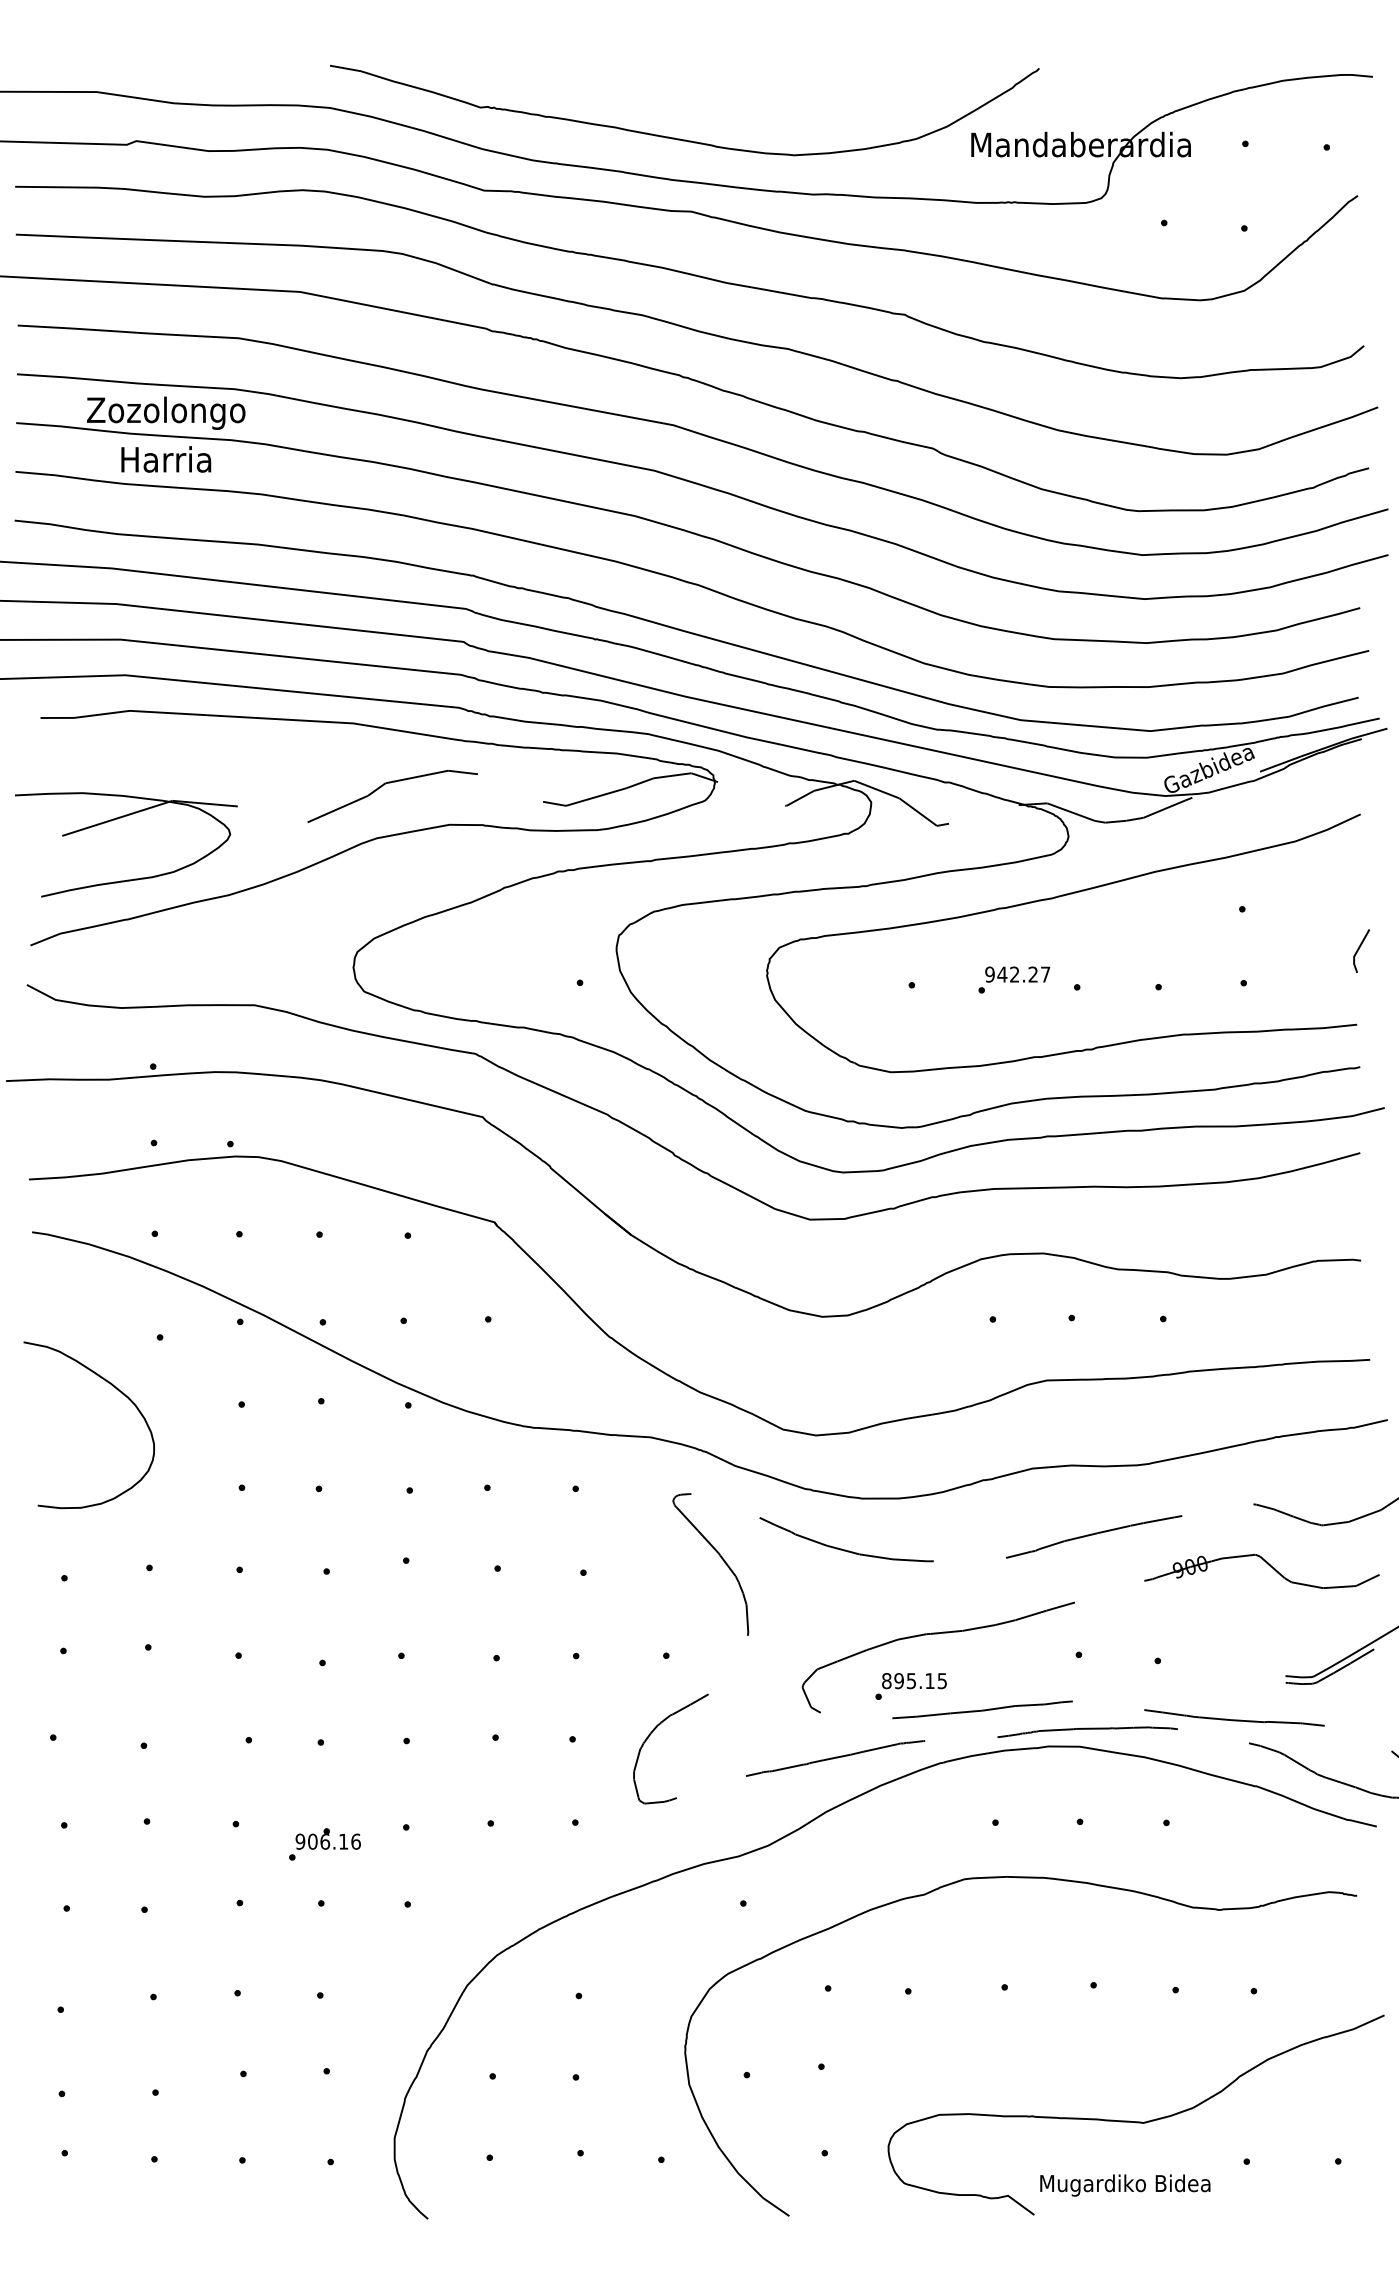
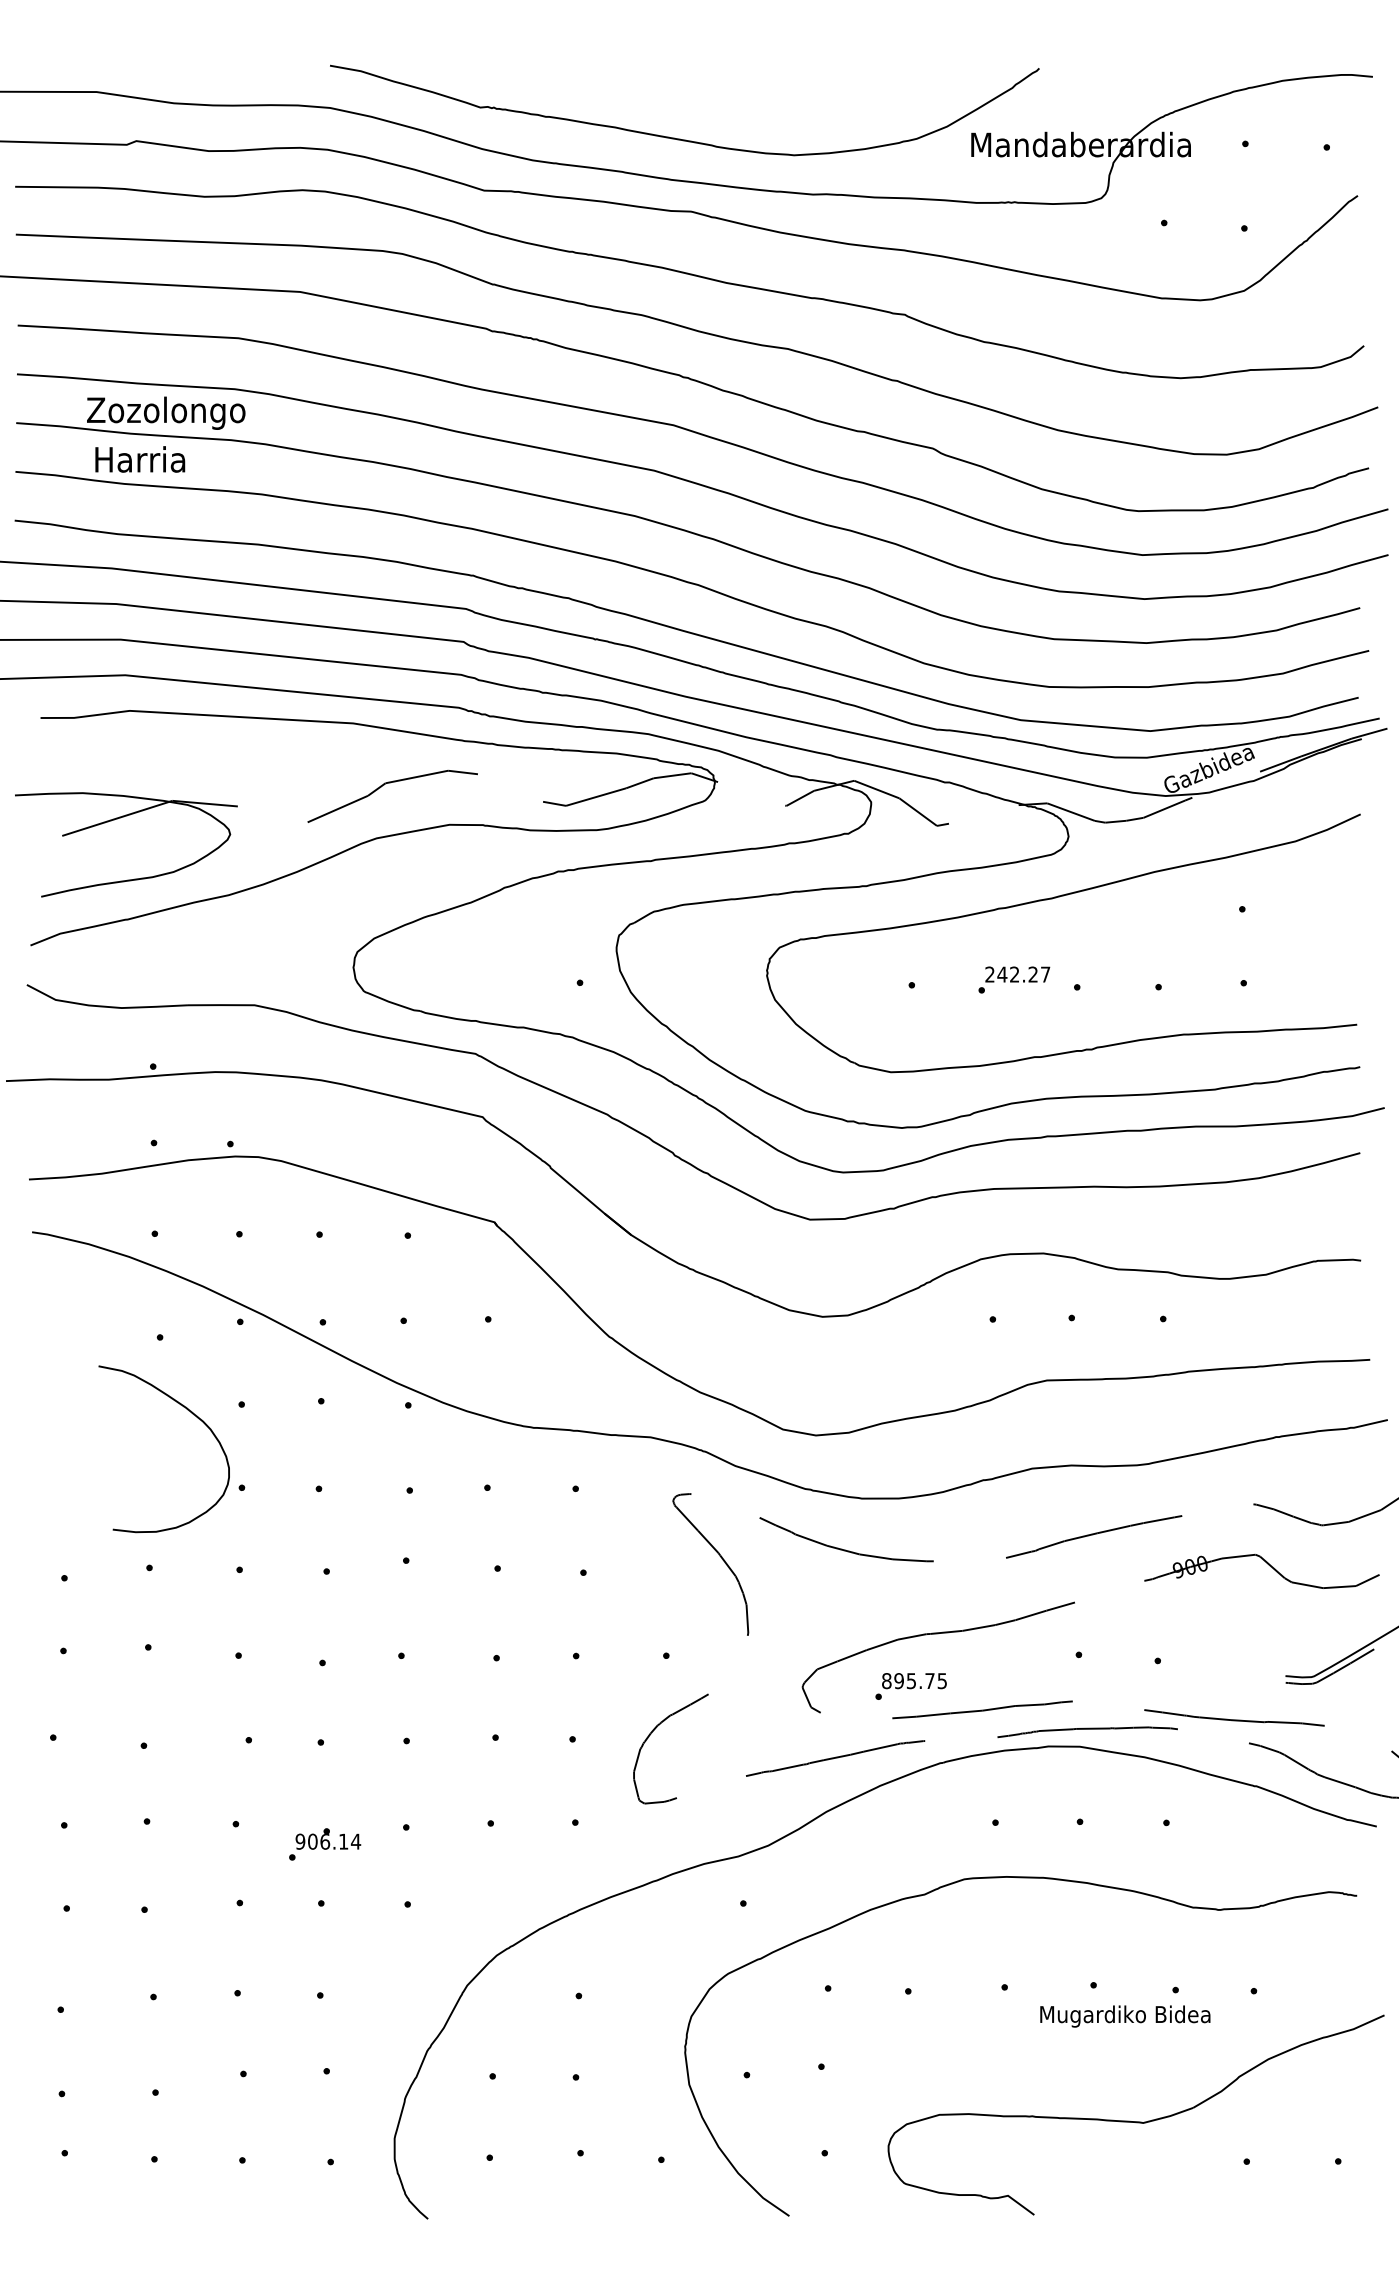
text at (166, 459) position: (166, 459) -> (140, 459)
line at (1359, 949): present -> none
text at (989, 974): 942.27 -> 242.27
curve at (118, 1391) position: (118, 1391) -> (193, 1415)
text at (929, 1680): 895.15 -> 895.75
text at (355, 1841): 906.16 -> 906.14
text at (1125, 2185) position: (1125, 2185) -> (1125, 2016)
